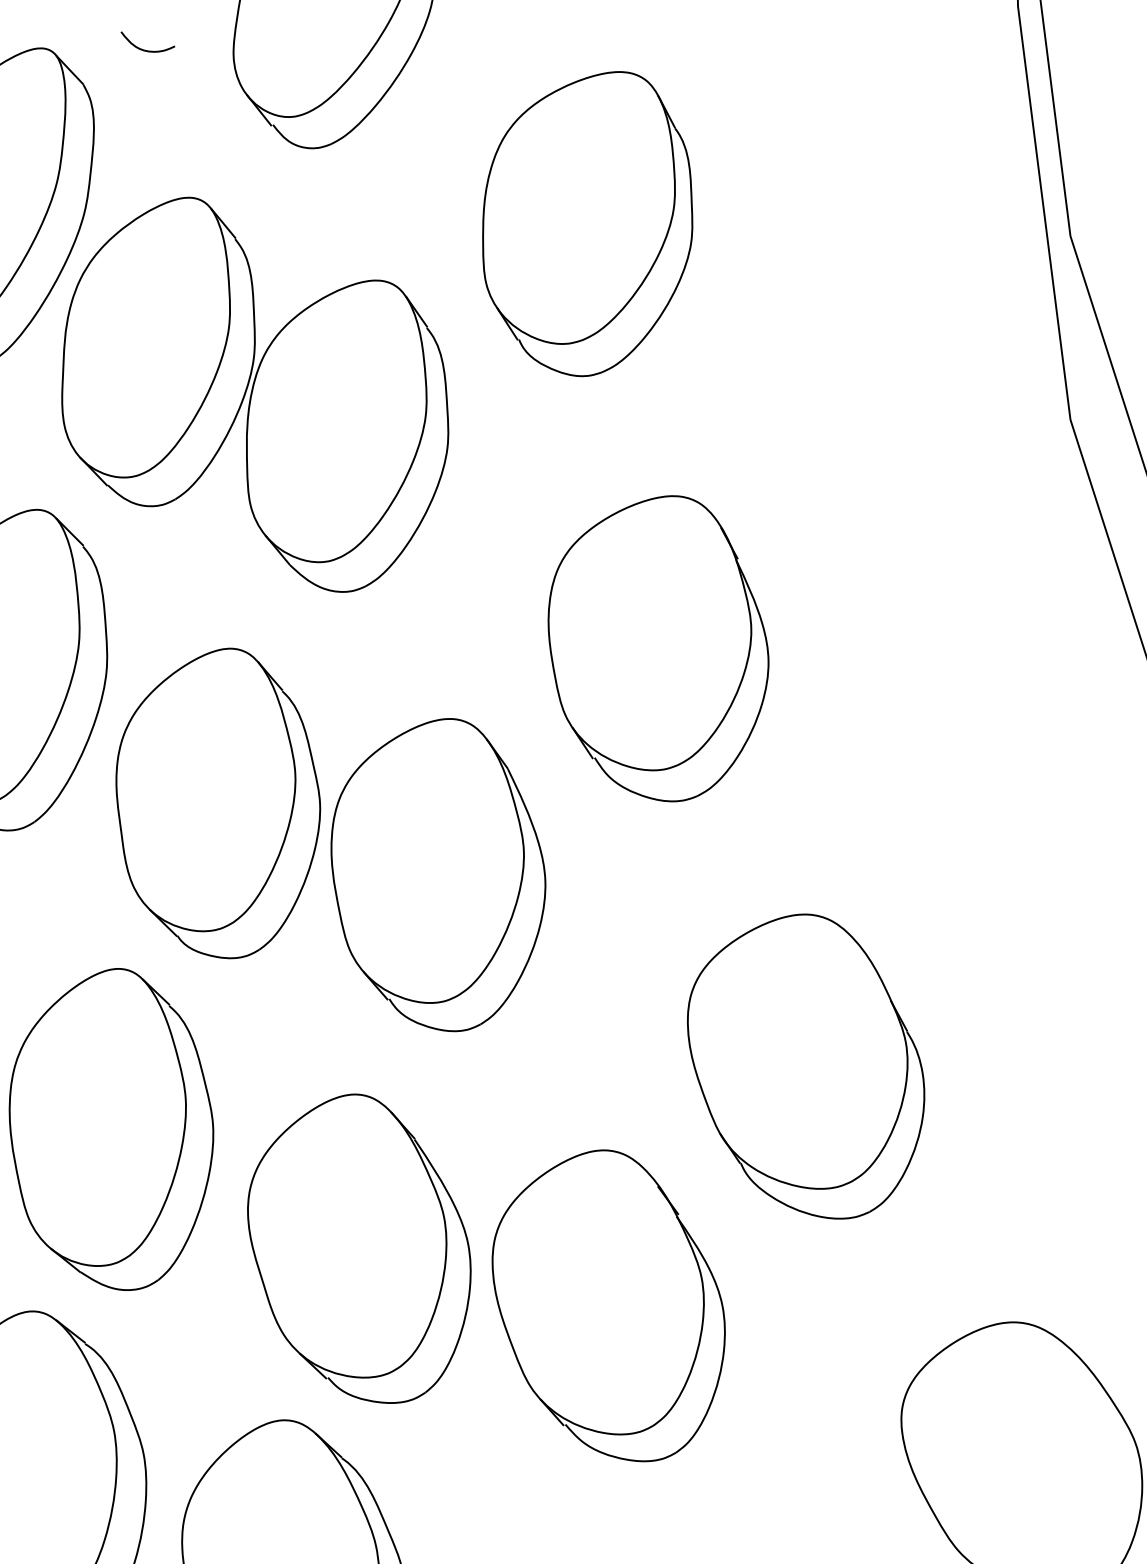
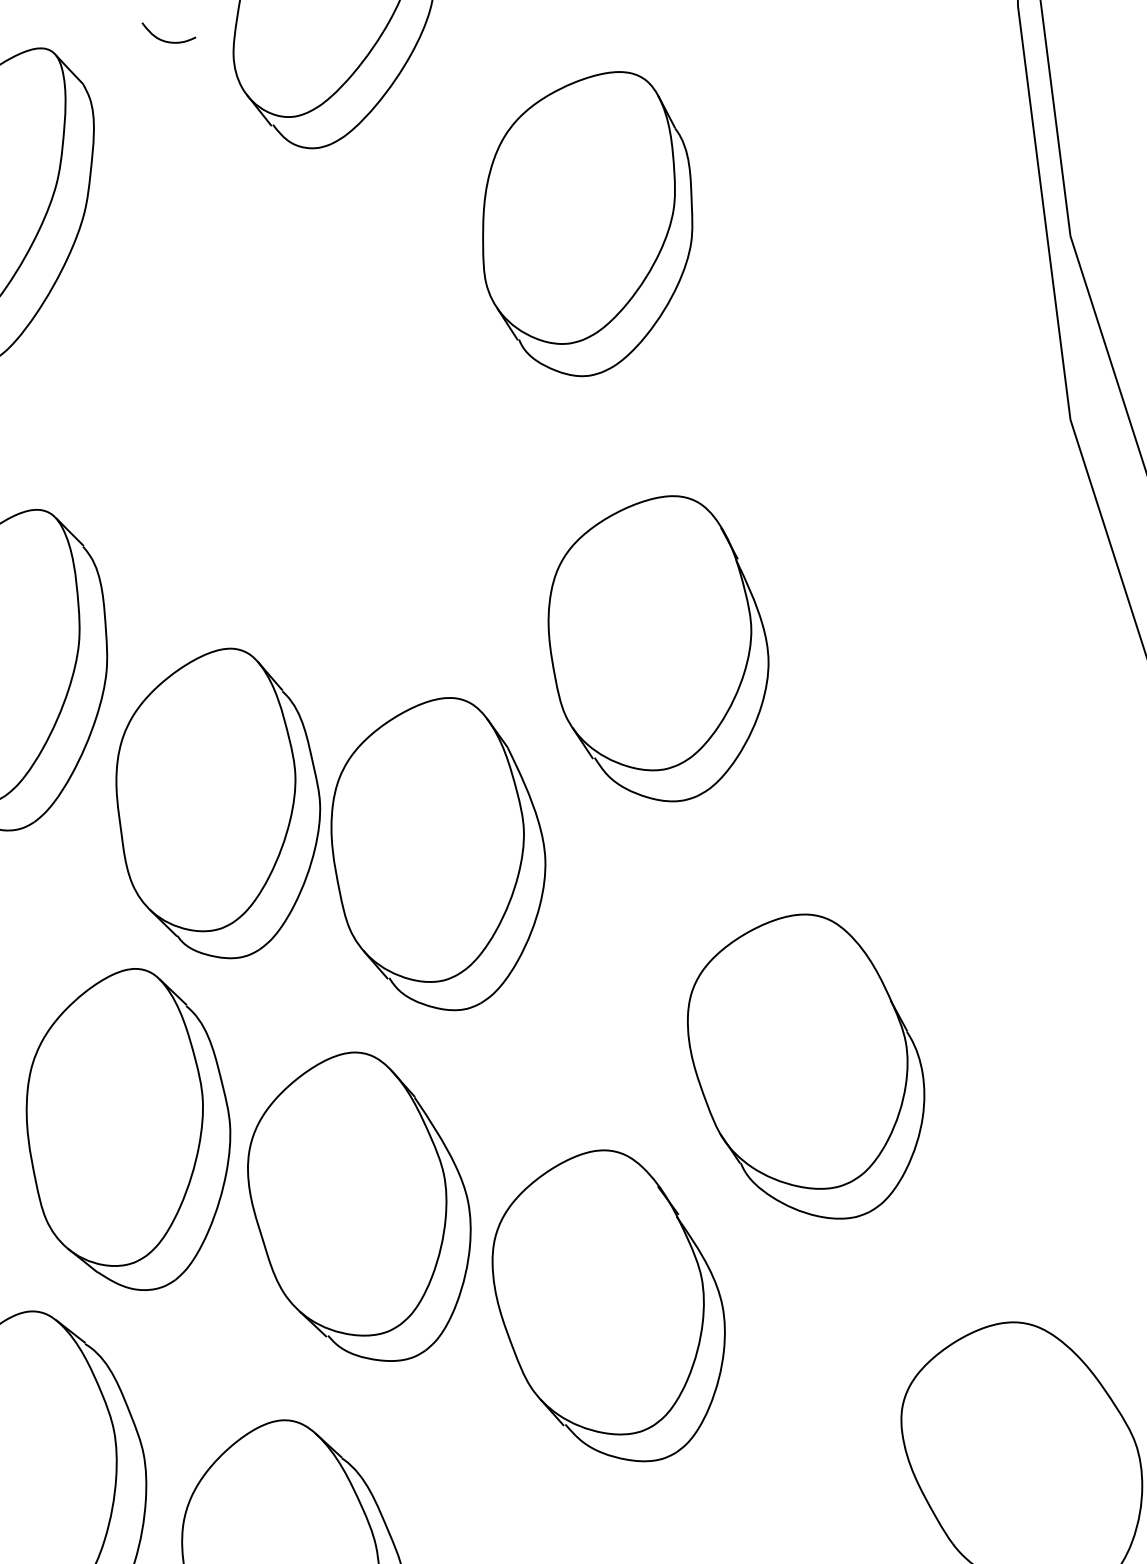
curve at (145, 49) position: (145, 49) -> (166, 40)
part at (255, 394): present -> none
part at (438, 875) position: (438, 875) -> (438, 854)
part at (111, 1129) position: (111, 1129) -> (128, 1129)
part at (359, 1248) position: (359, 1248) -> (359, 1206)
